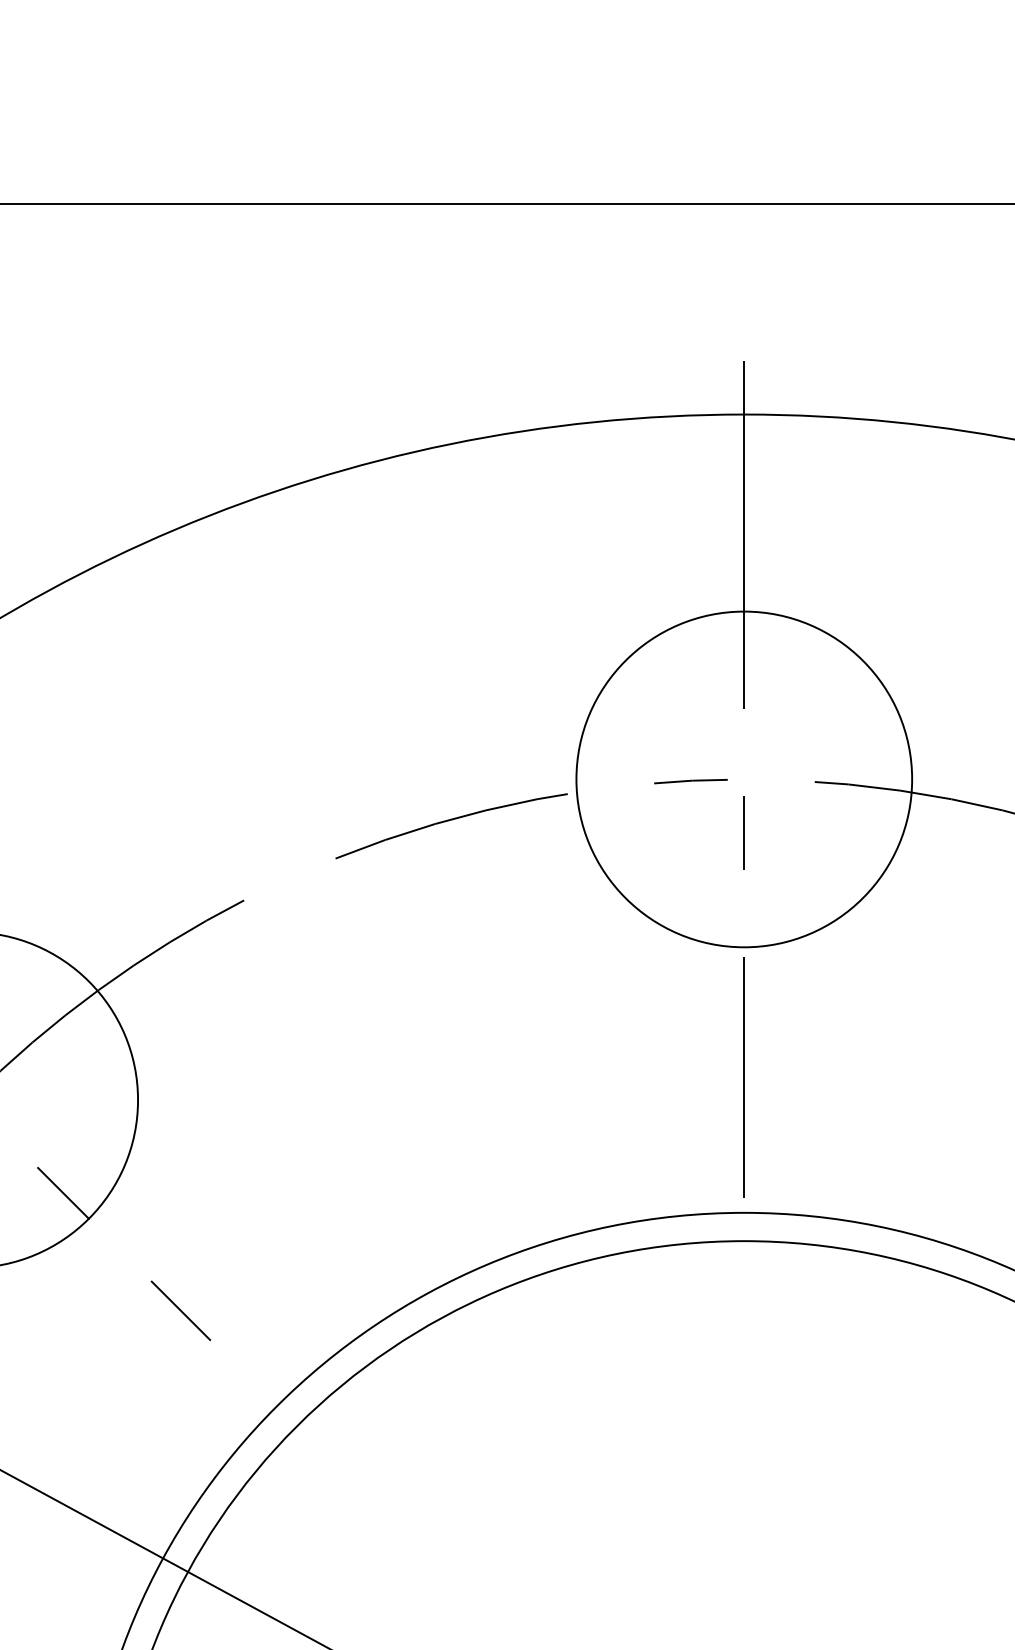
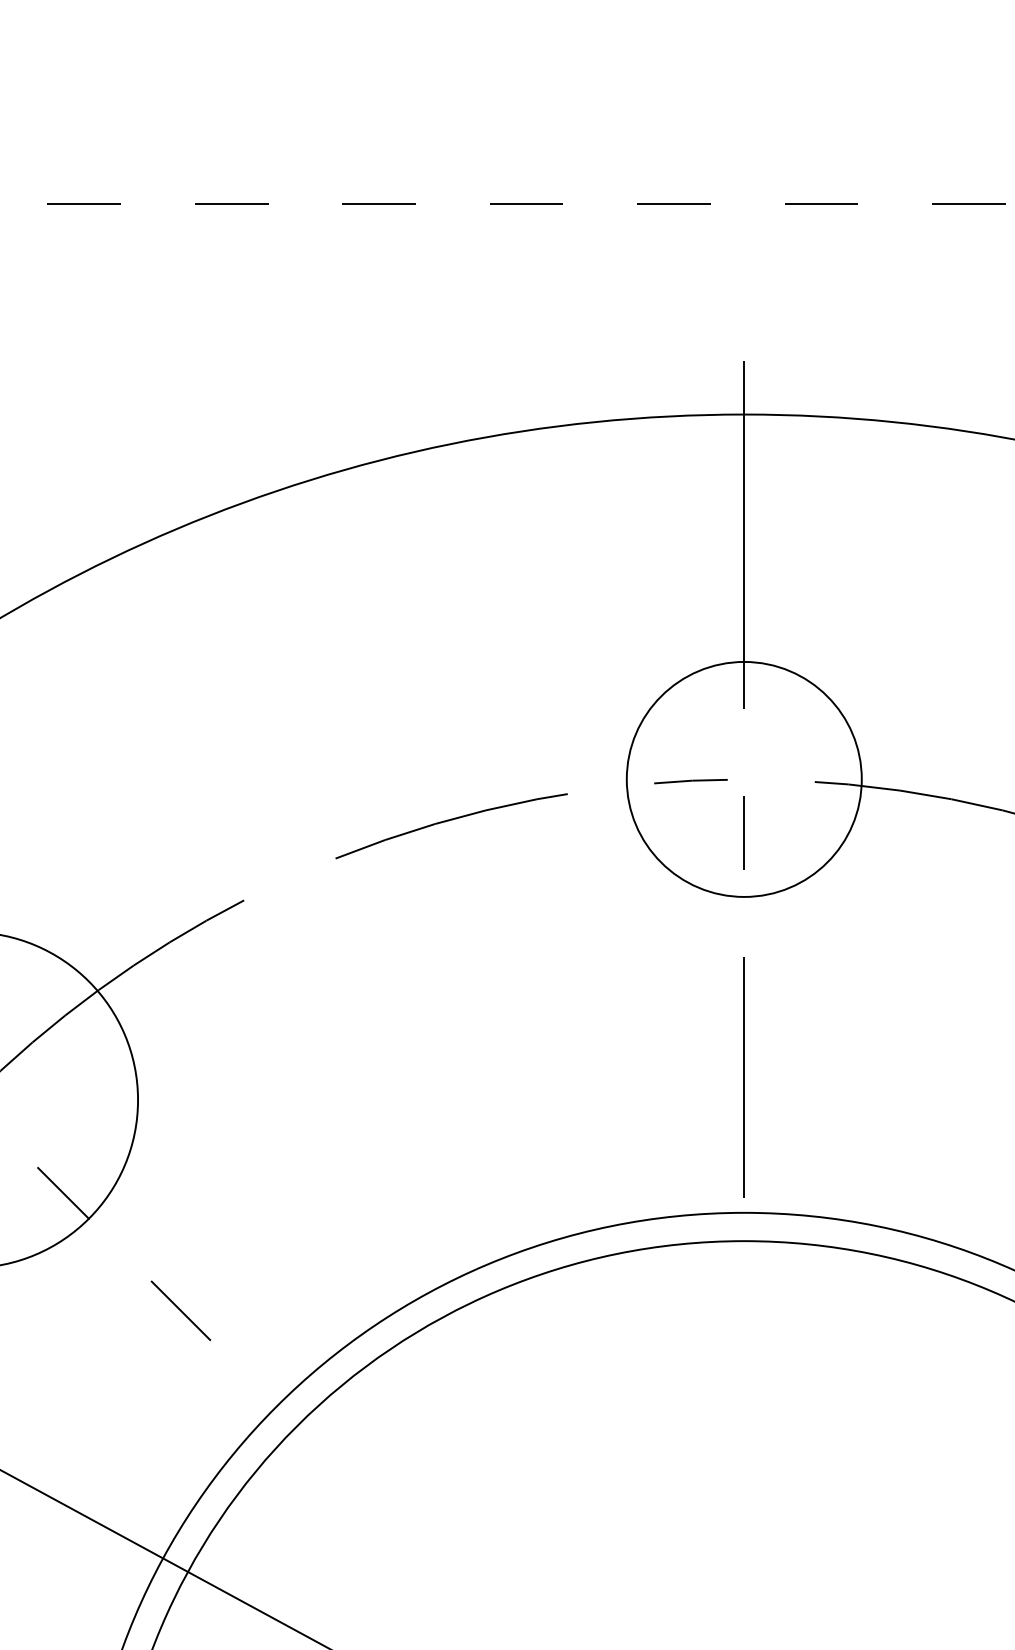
line at (508, 203): solid -> dashed
circle at (744, 779) diameter: 336 px -> 235 px
